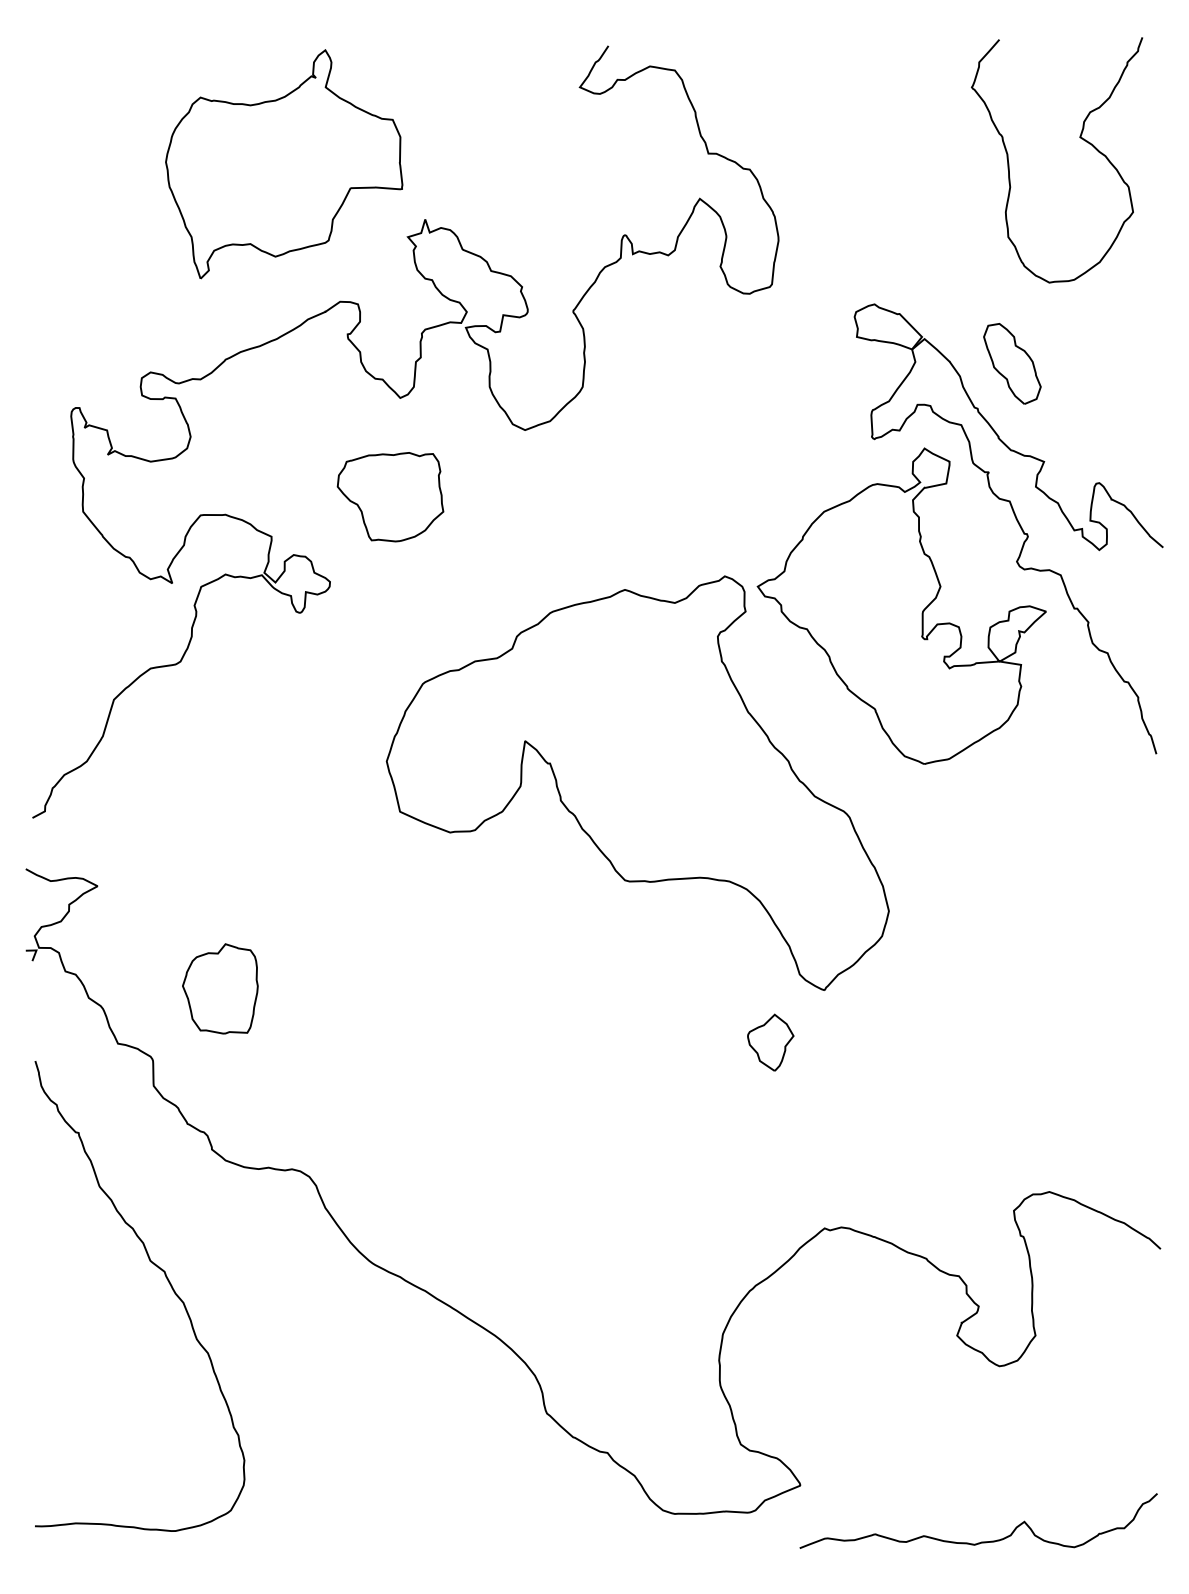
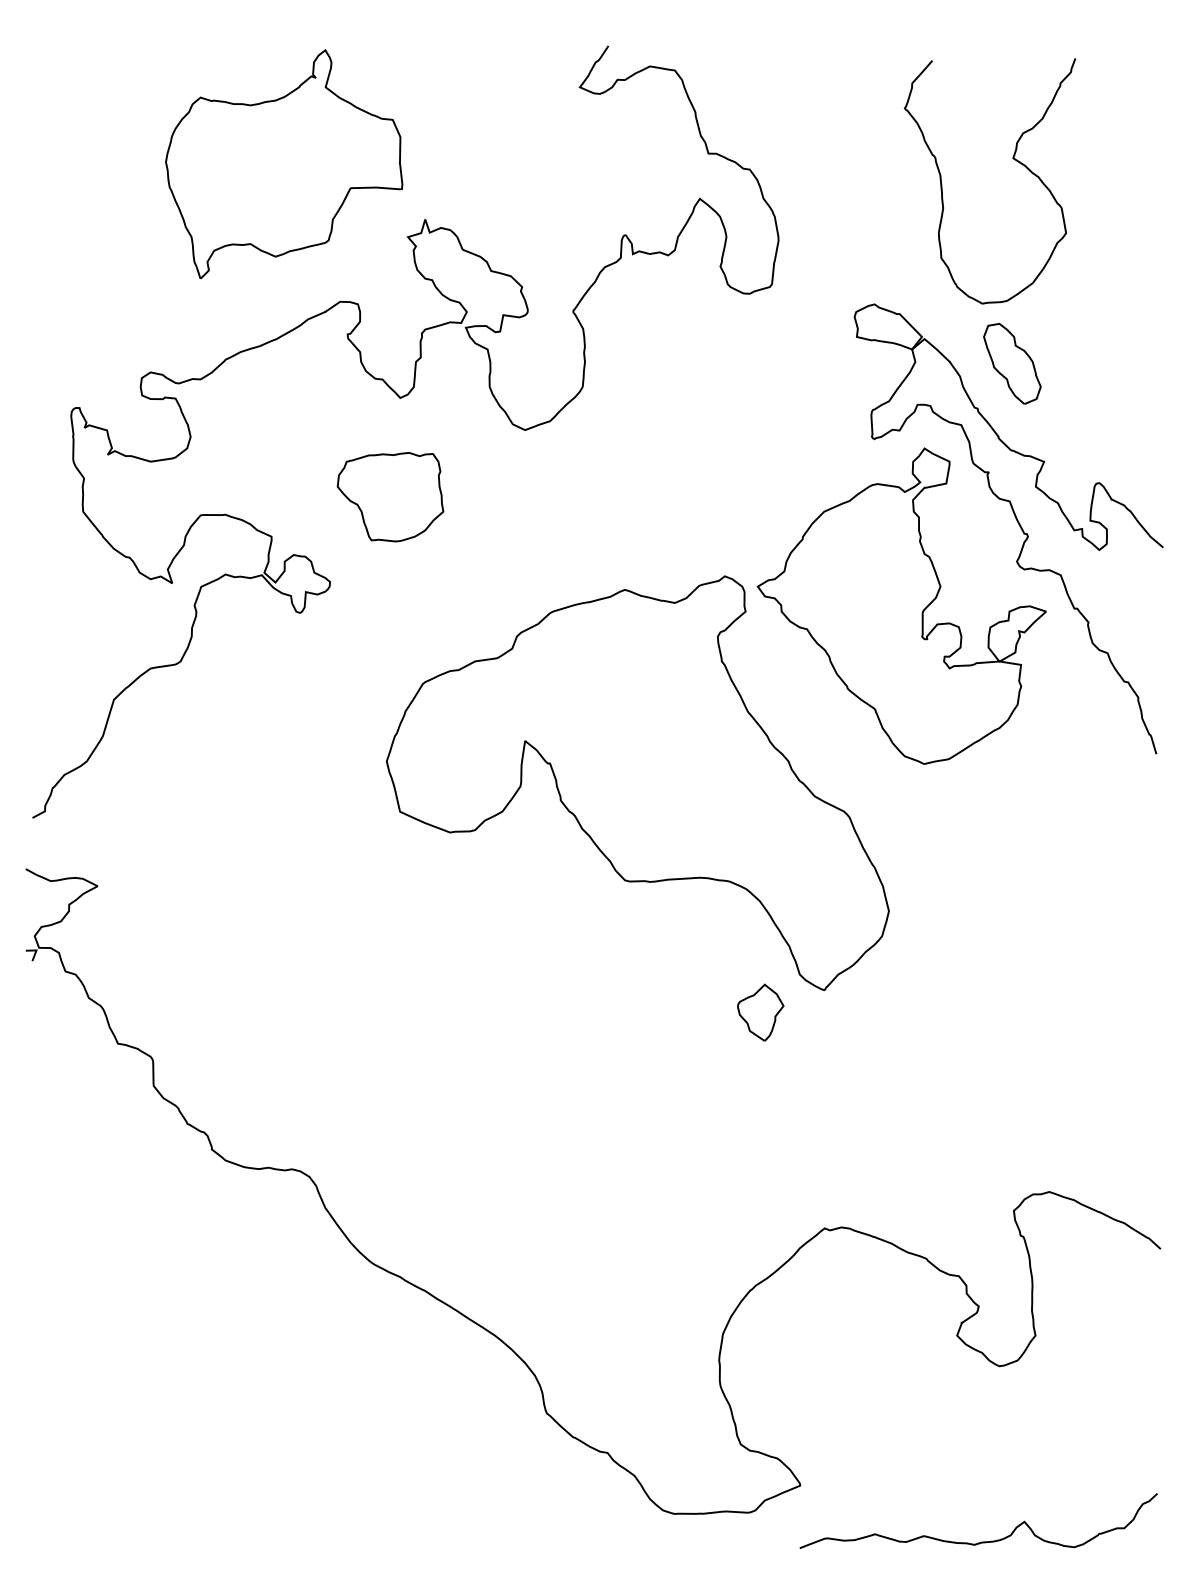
curve at (1079, 137) position: (1079, 137) -> (1012, 158)
part at (220, 988): present -> none
part at (770, 1042) position: (770, 1042) -> (760, 1012)
curve at (166, 1279): present -> none
